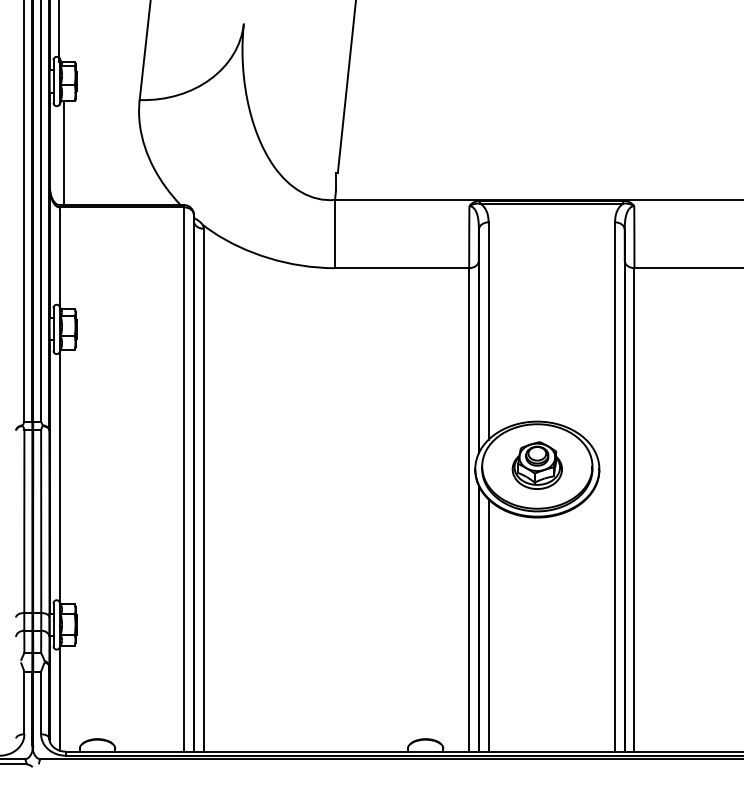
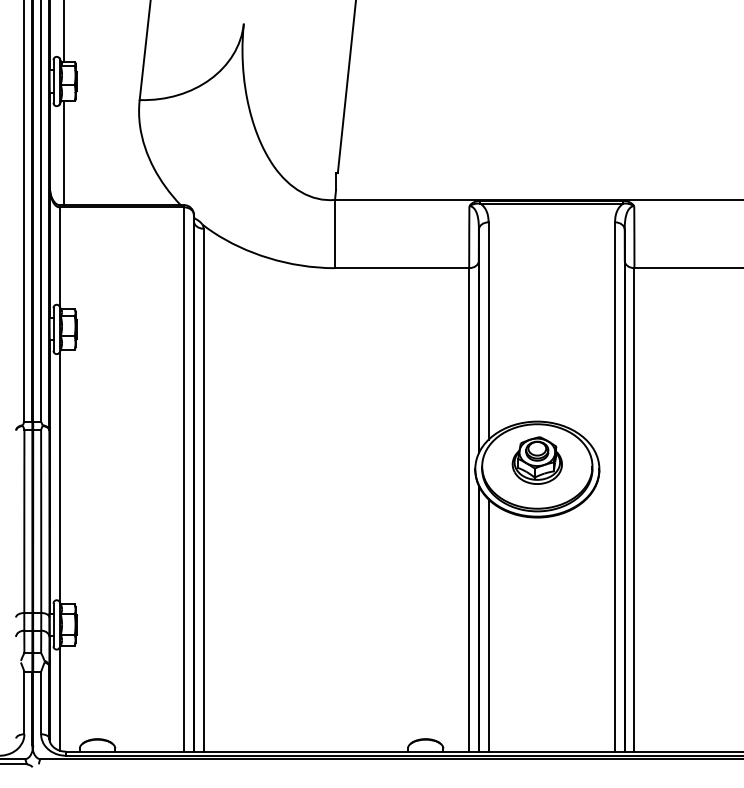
line at (58, 32) position: (58, 32) -> (63, 32)
part at (536, 465) position: (536, 465) -> (536, 460)
